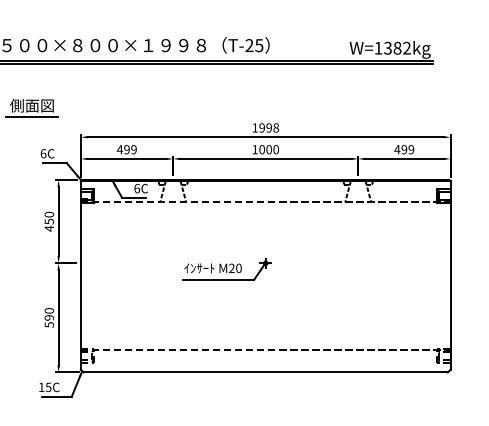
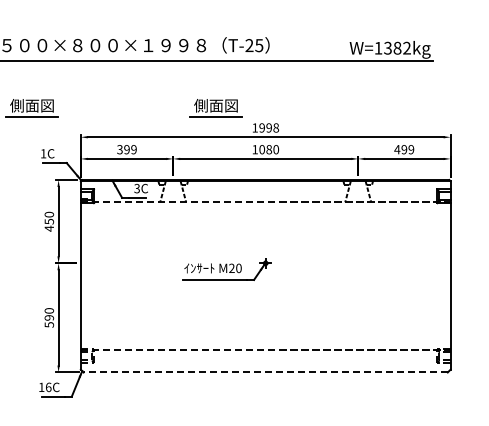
line at (217, 64): present -> none
part at (215, 108): none -> present
text at (119, 149): 499 -> 399
text at (269, 150): 1000 -> 1080
text at (43, 153): 6C -> 1C
text at (137, 188): 6C -> 3C
line at (265, 372): solid -> dashed
text at (48, 386): 15C -> 16C
